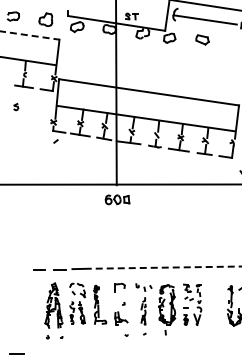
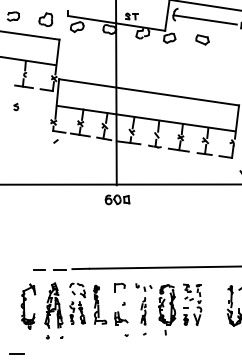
line at (29, 35): dashed -> solid
line at (165, 267): dashed -> solid
part at (28, 306): none -> present
